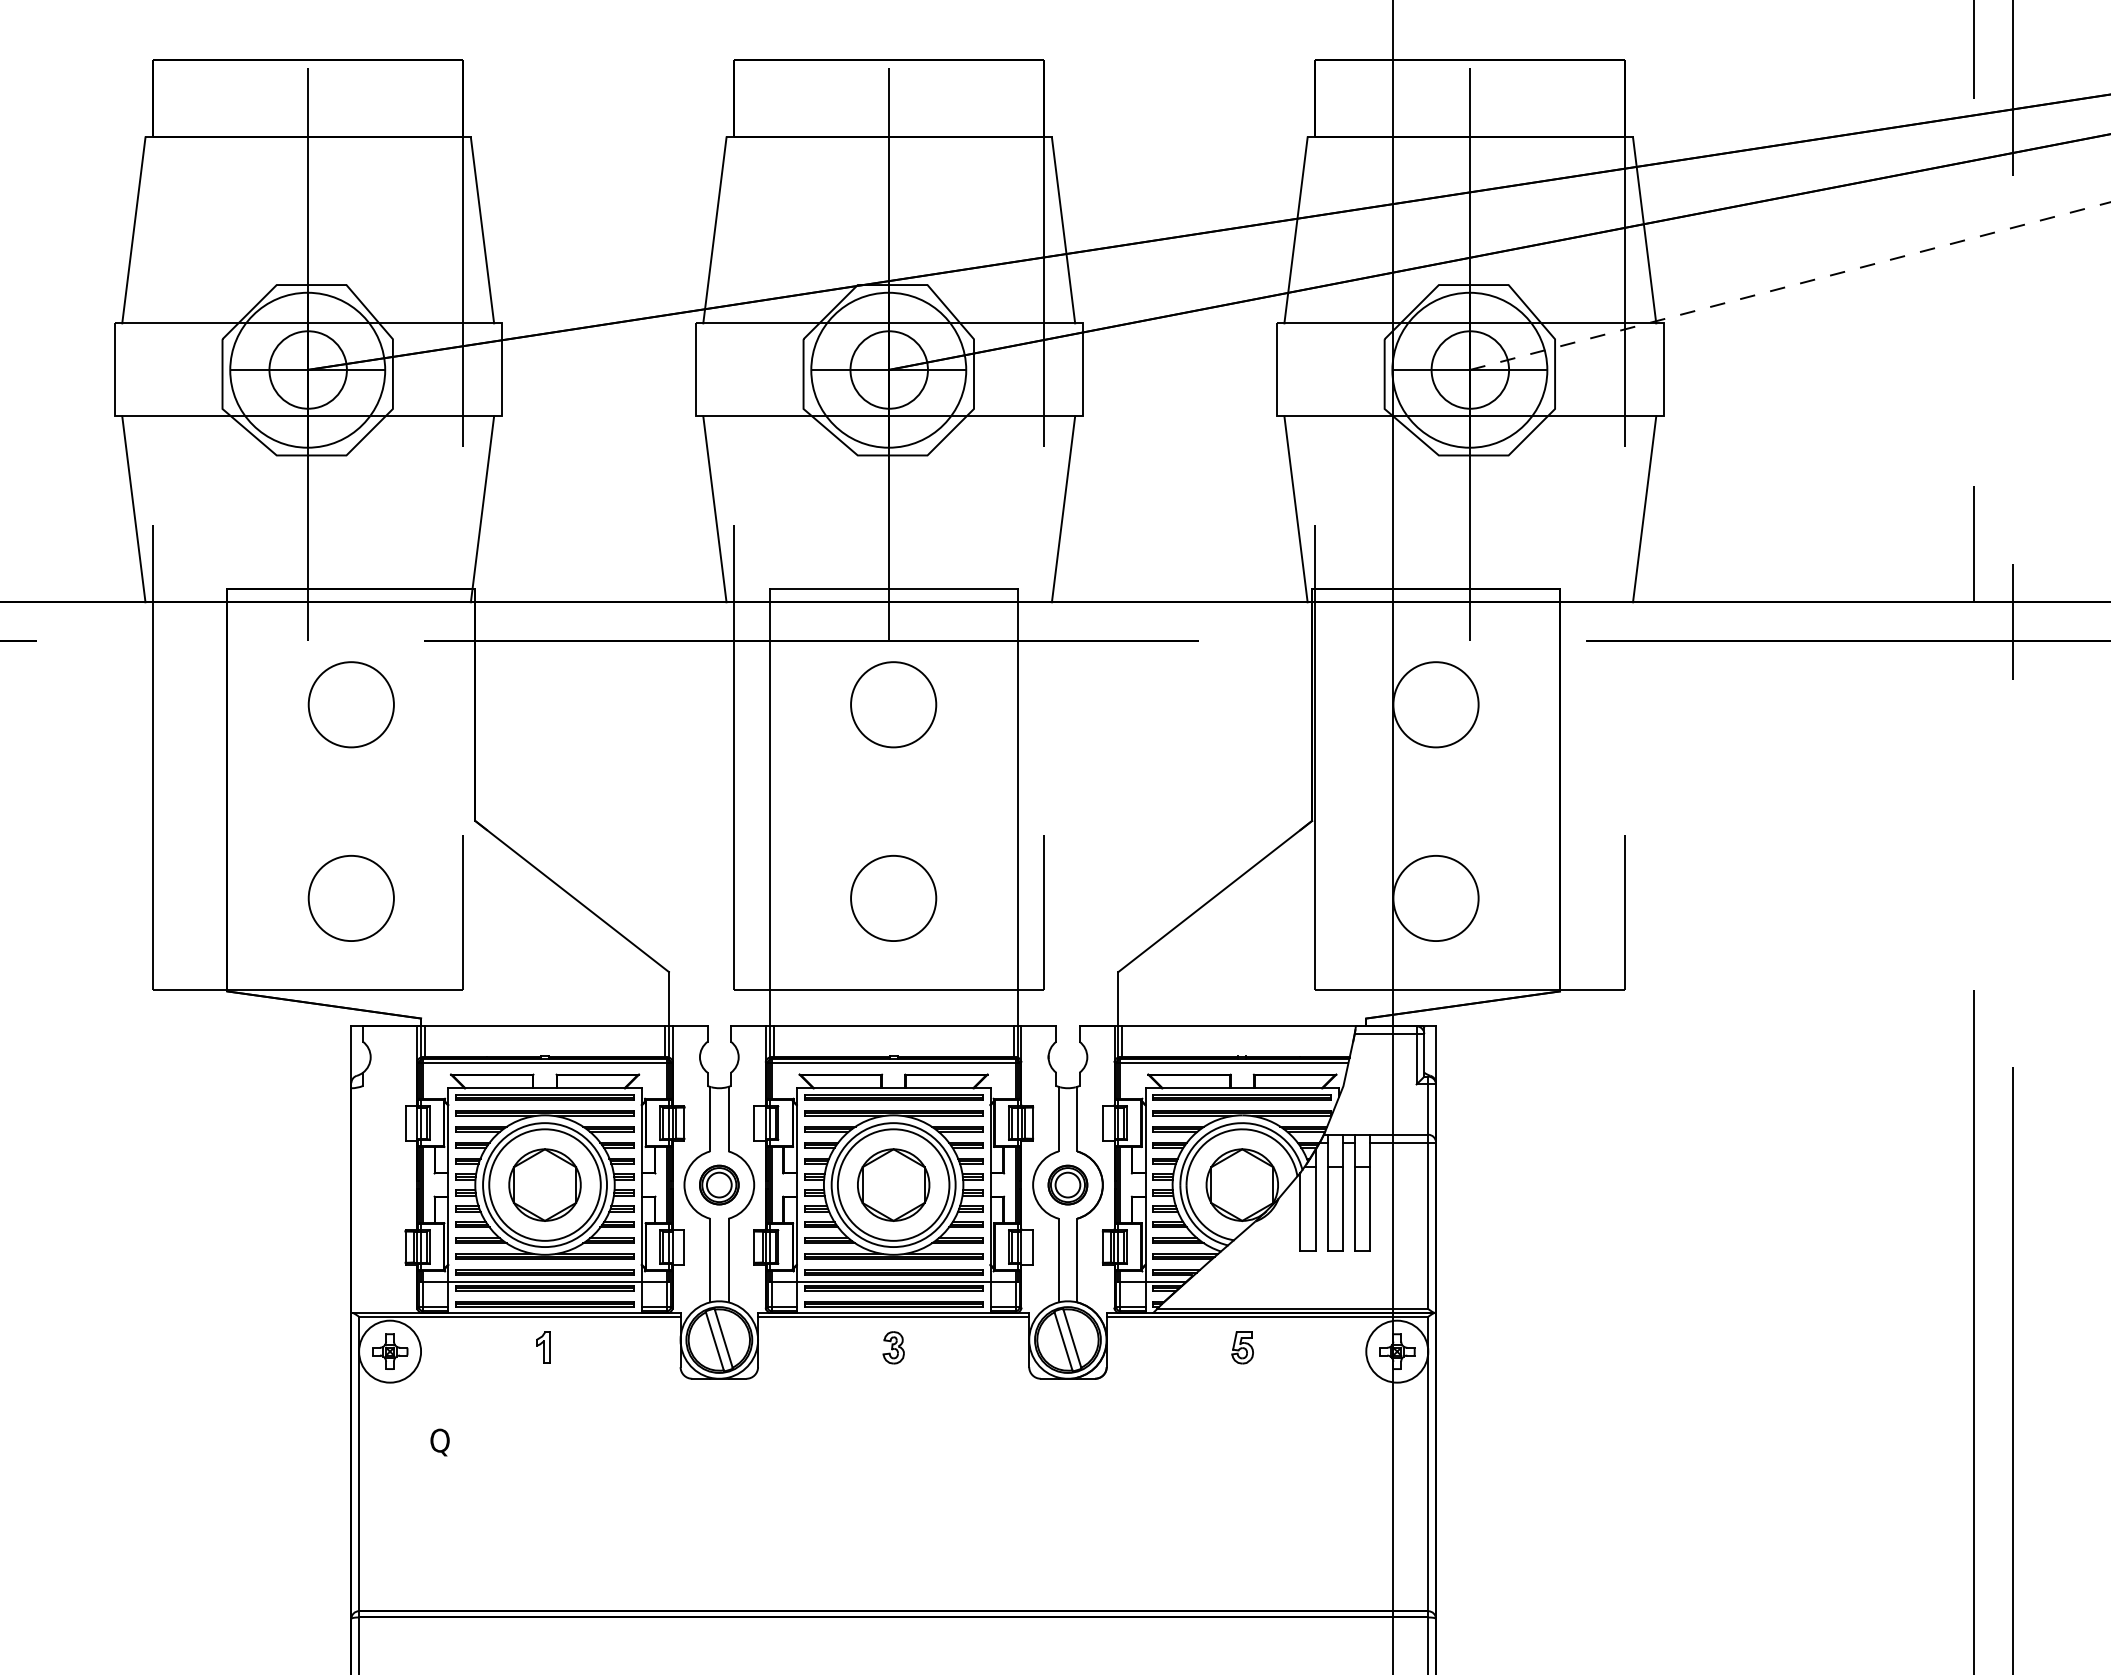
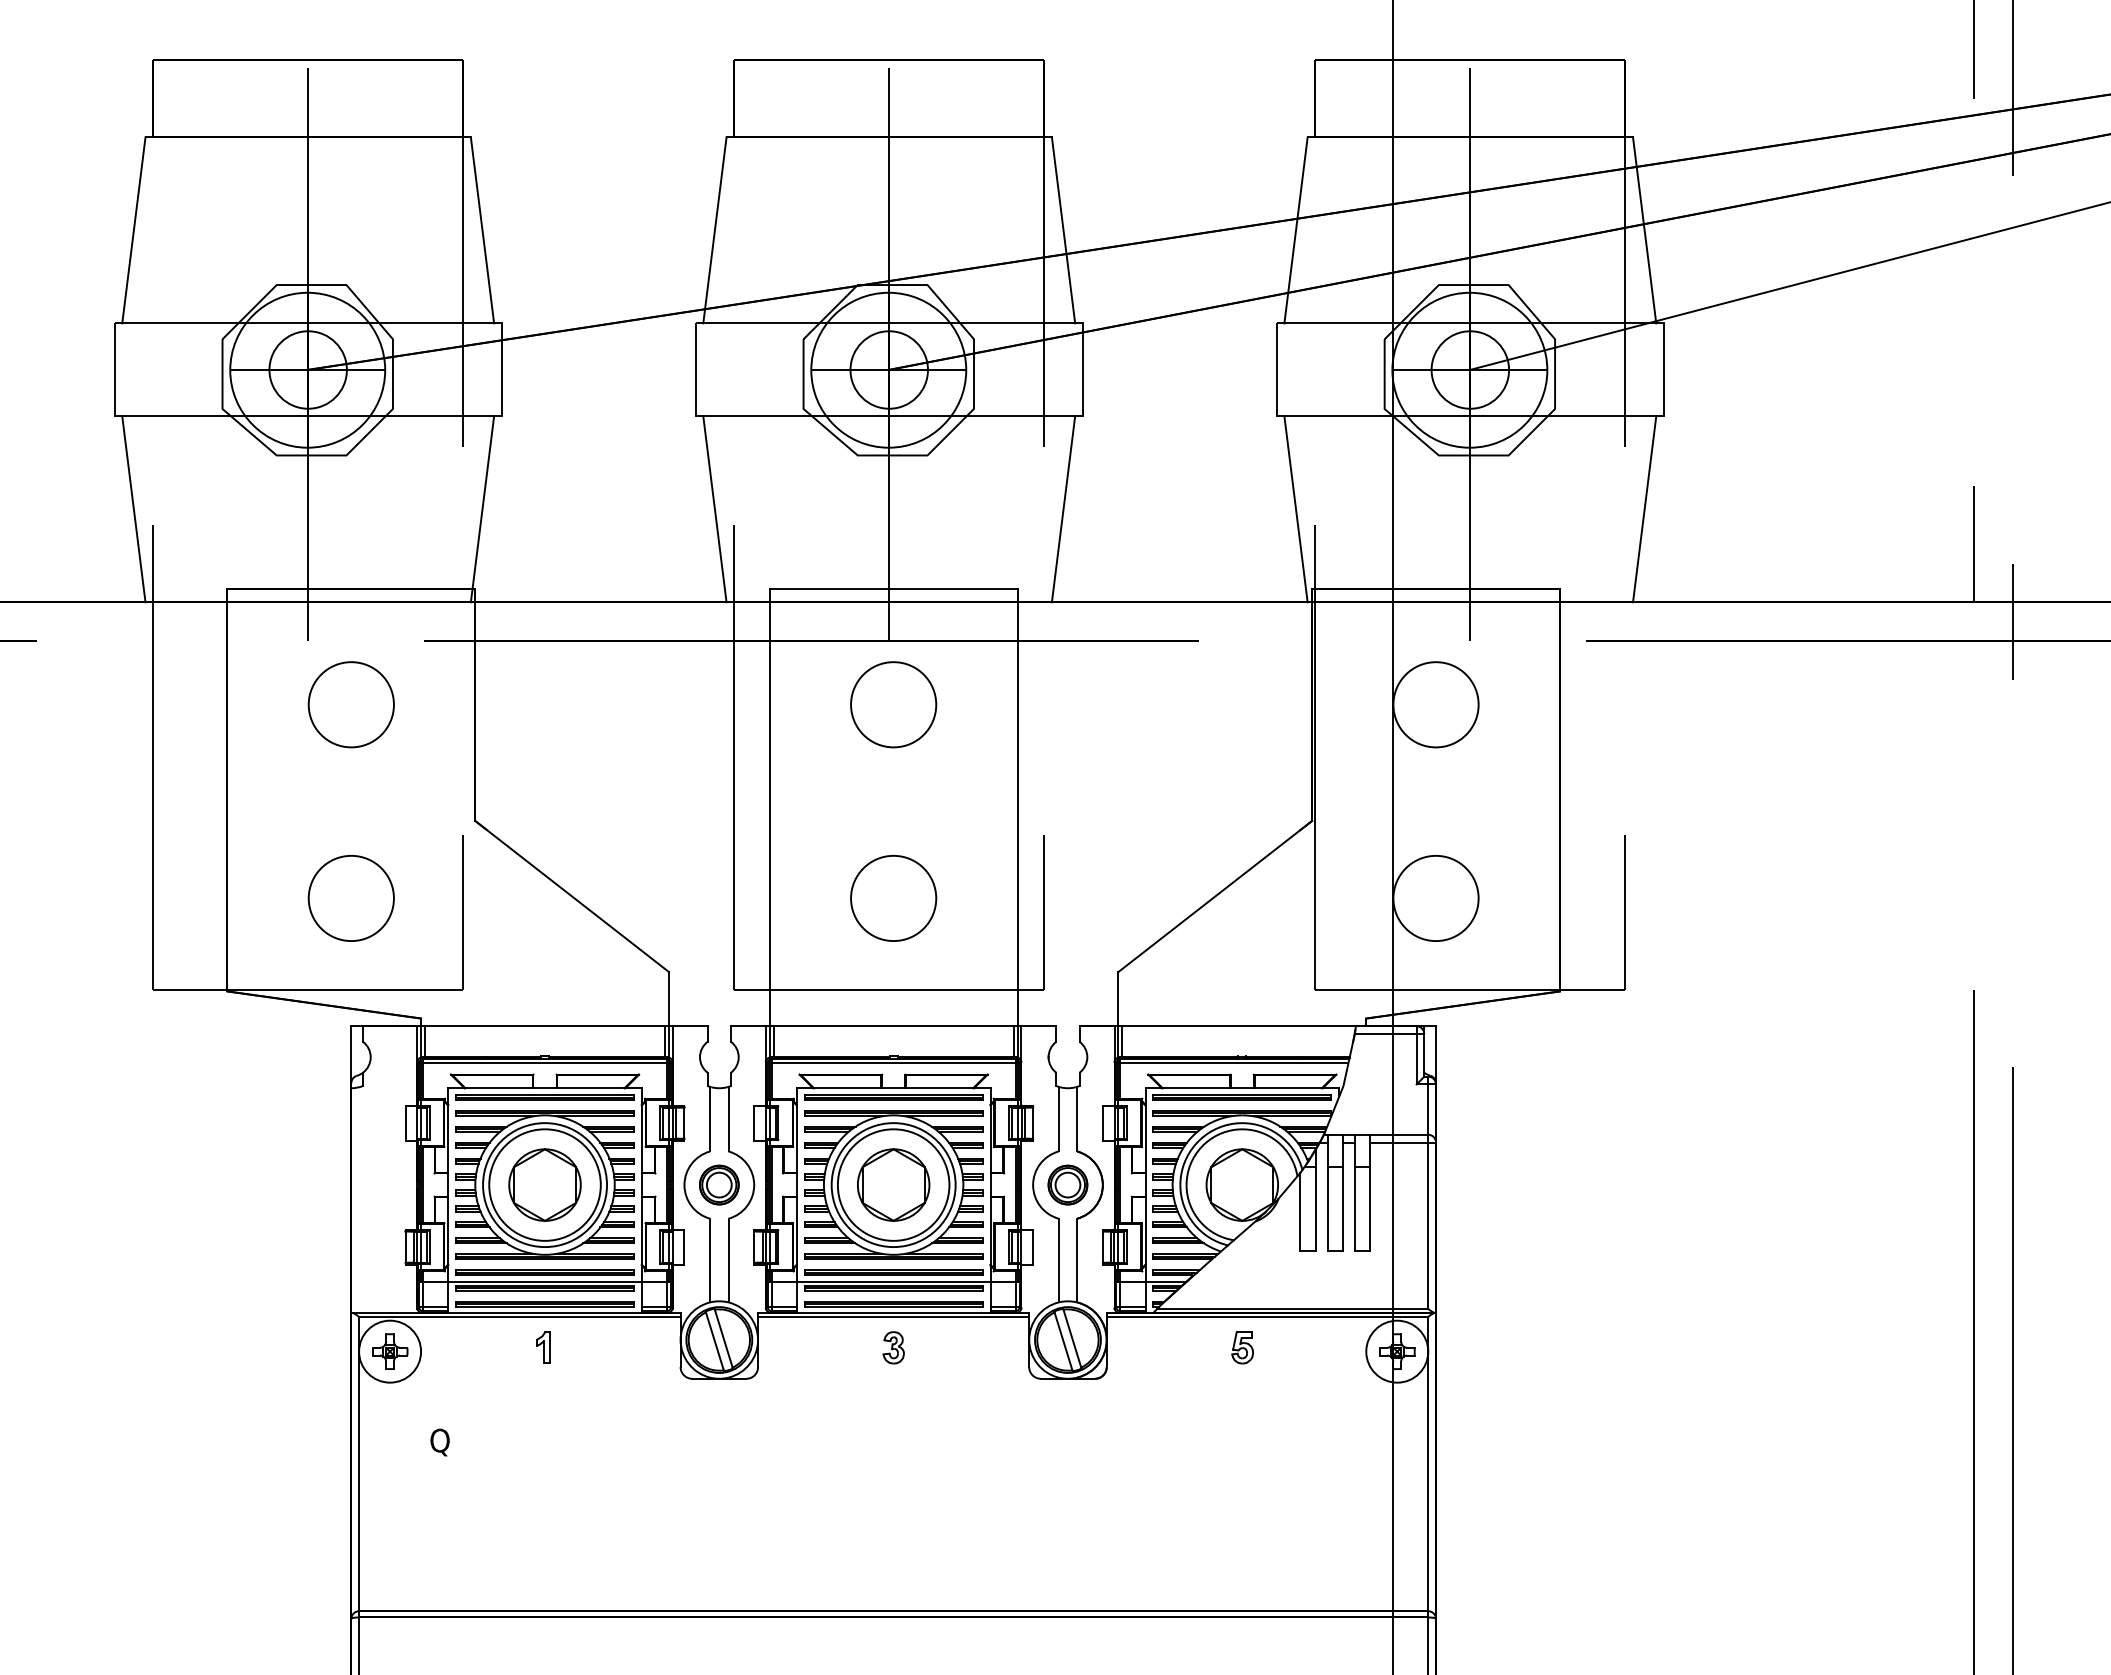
line at (1790, 286): dashed -> solid
